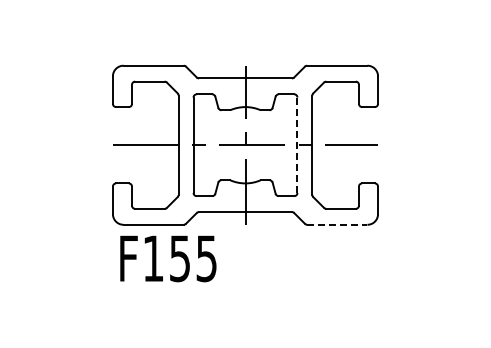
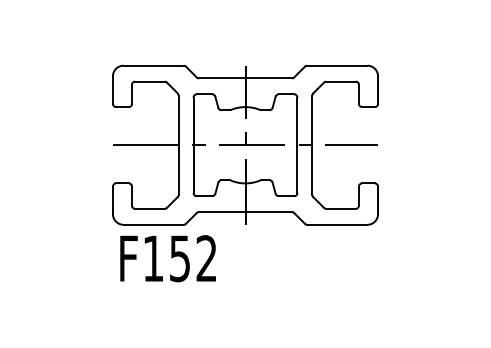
line at (297, 145): dashed -> solid
line at (337, 224): dashed -> solid
text at (206, 258): F155 -> F152
